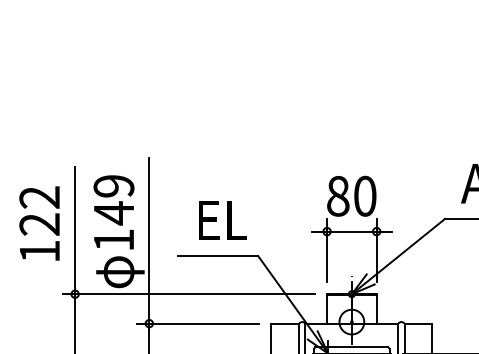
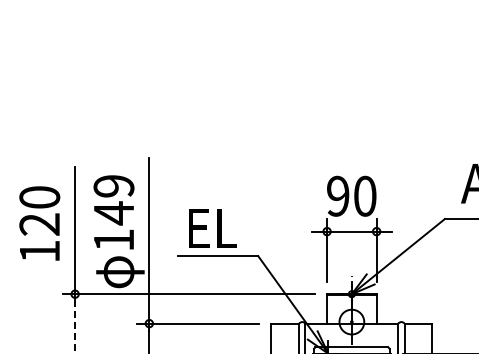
text at (338, 195): 80 -> 90
text at (39, 197): 122 -> 120
text at (222, 220) position: (222, 220) -> (212, 228)
line at (75, 327): solid -> dashed
